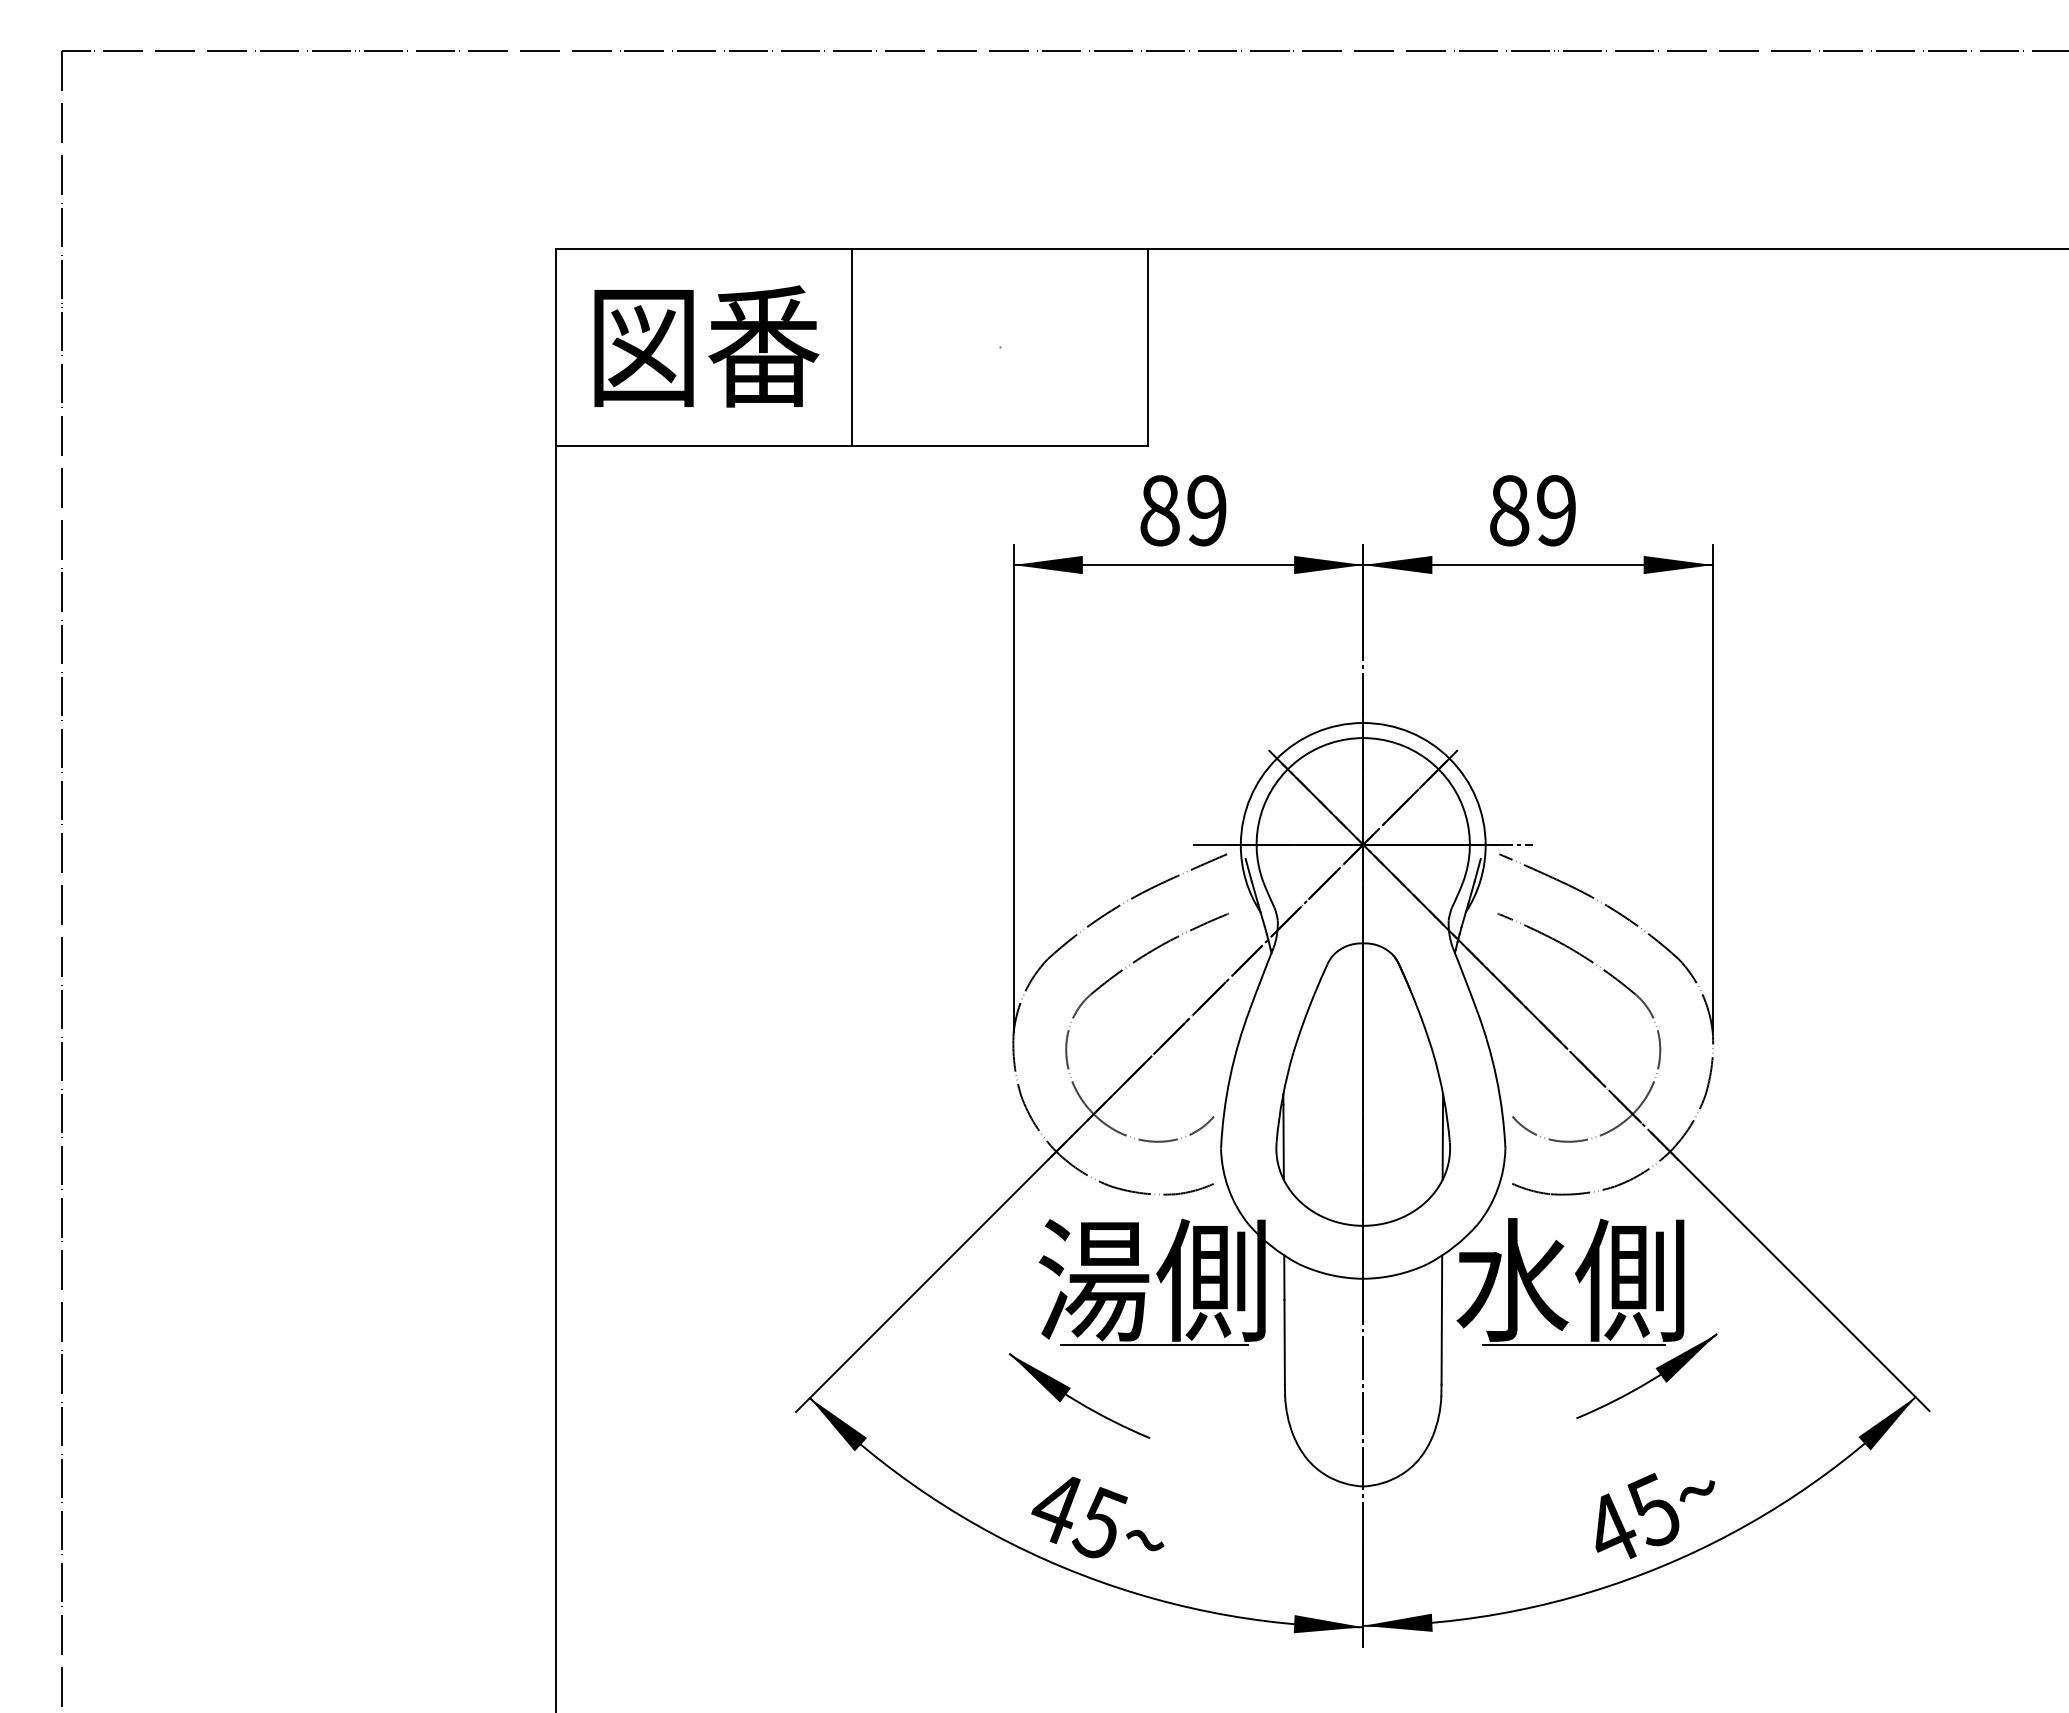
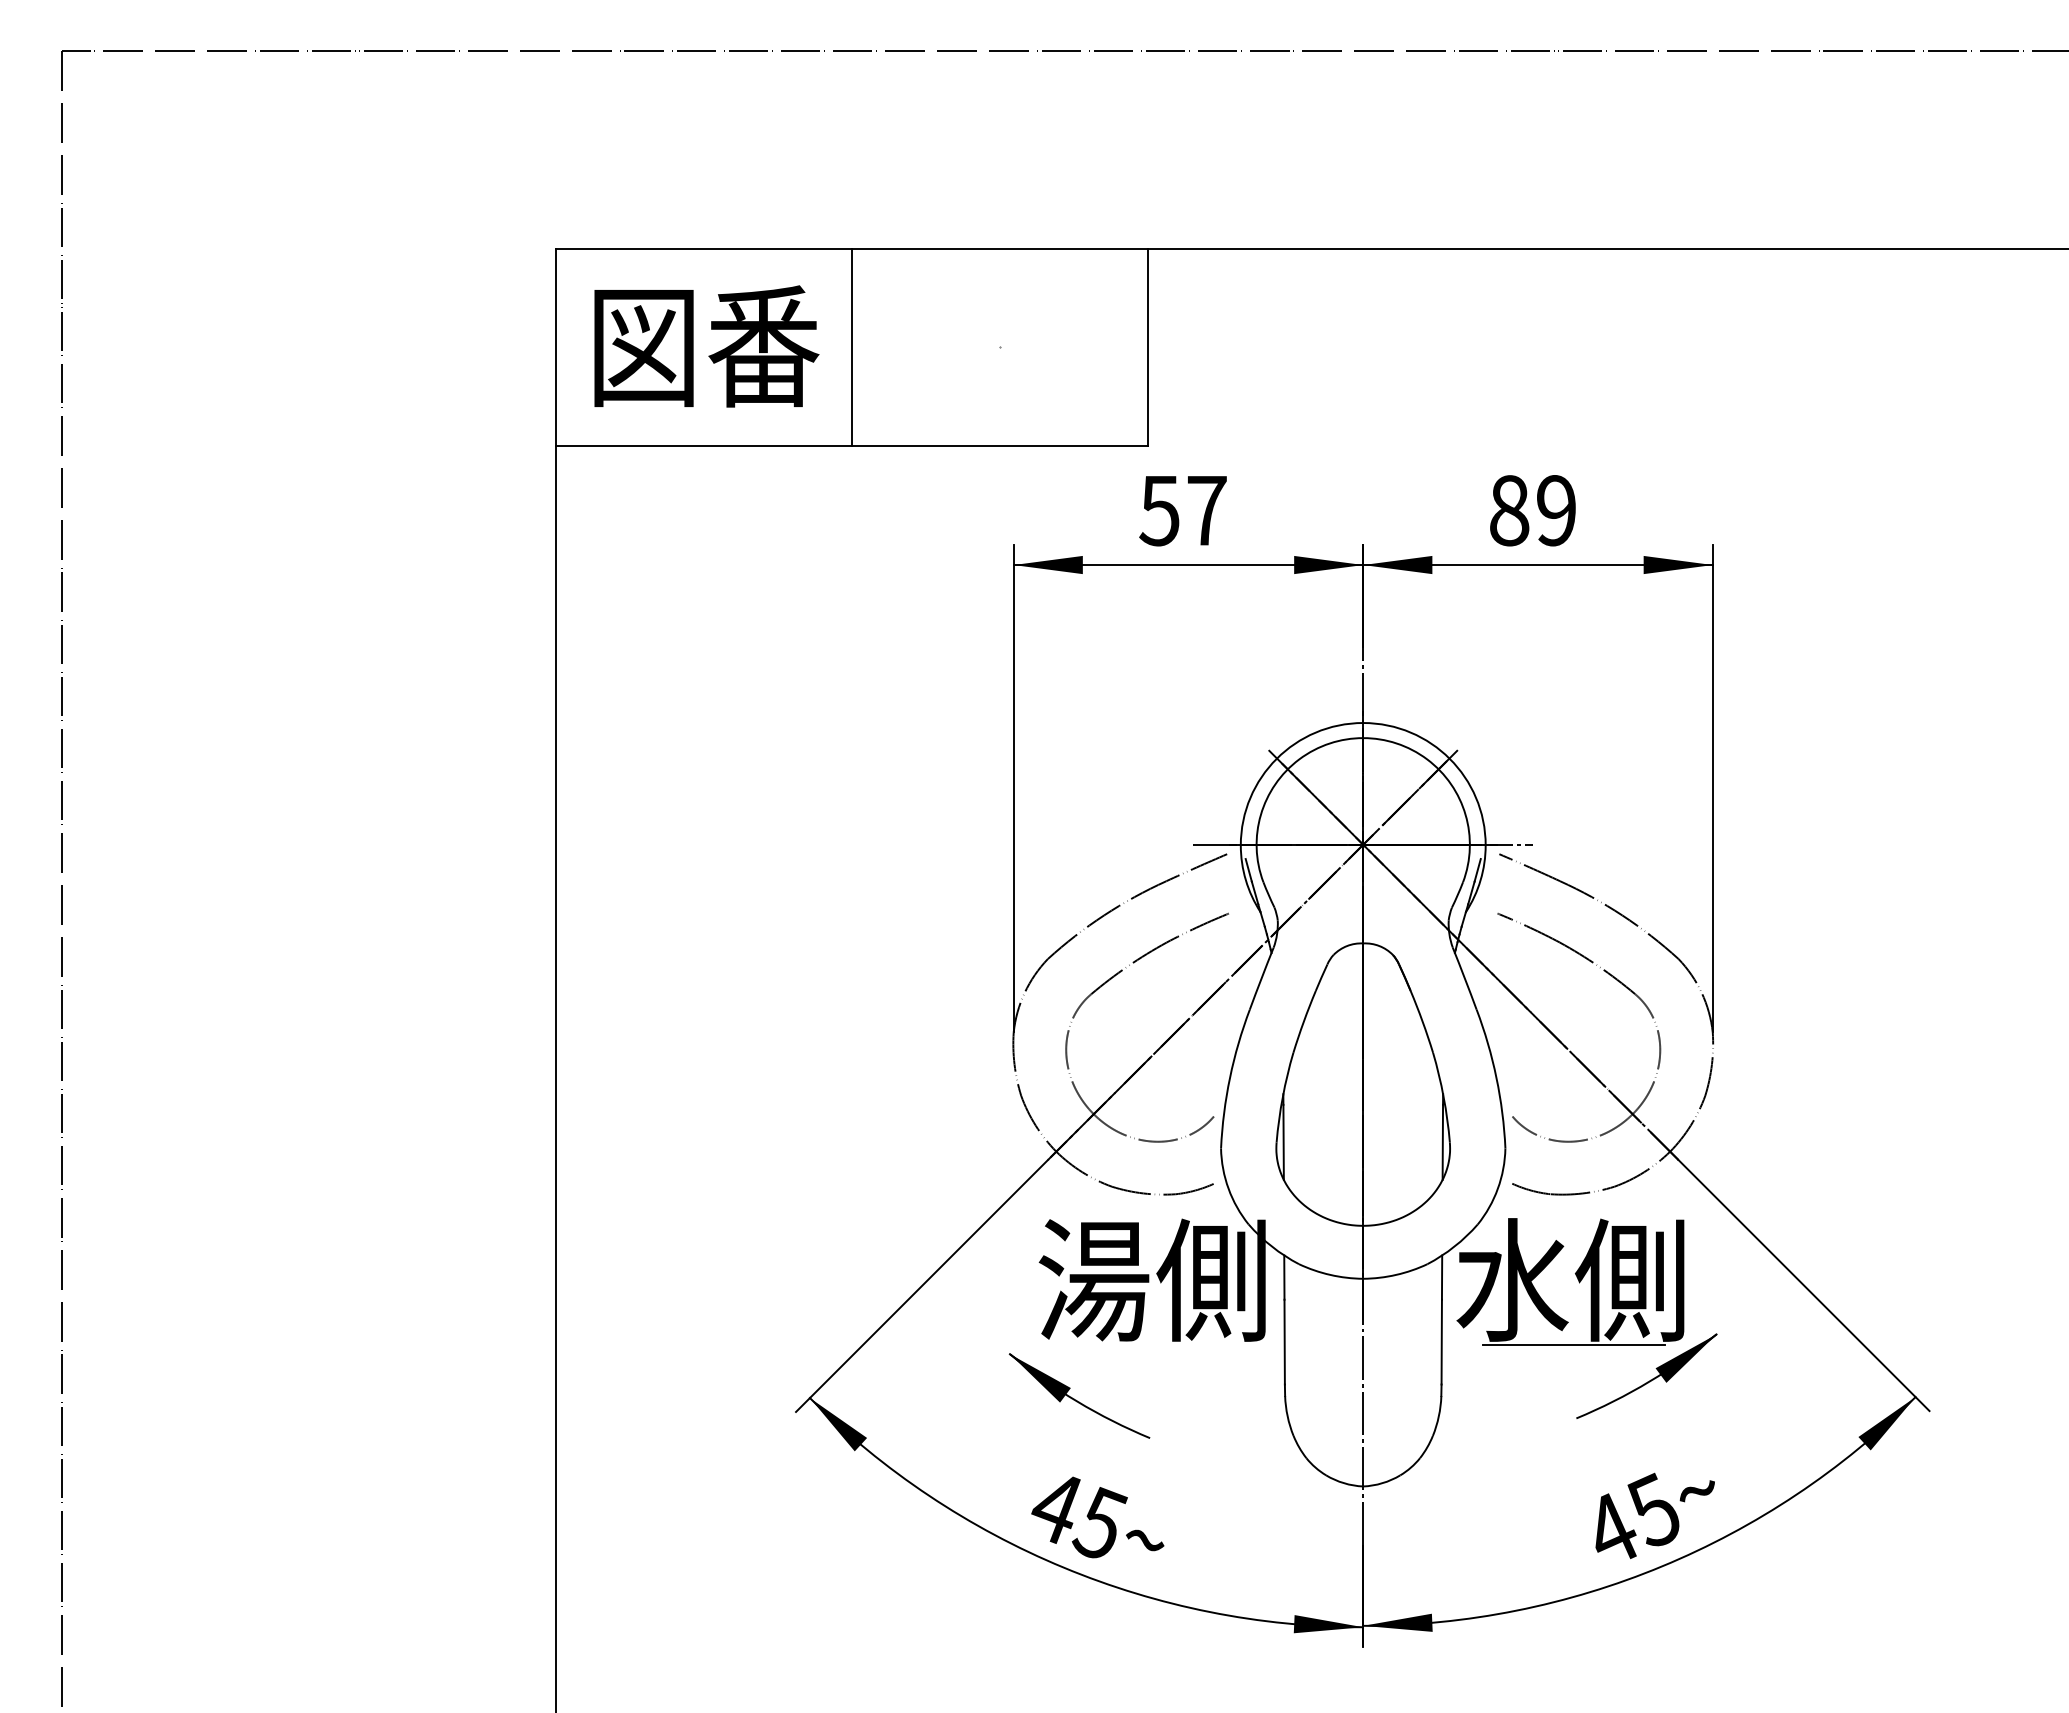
text at (1182, 510): 89 -> 57
line at (1154, 1344): present -> none
